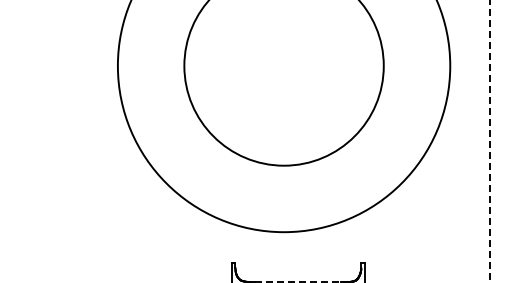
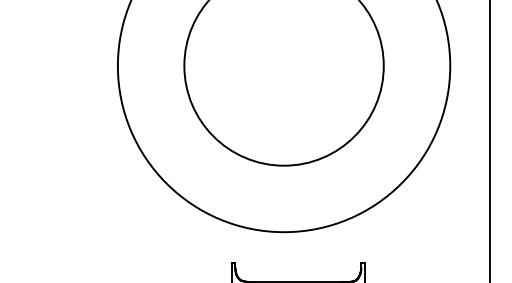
line at (490, 141): dashed -> solid
line at (298, 282): dashed -> solid
